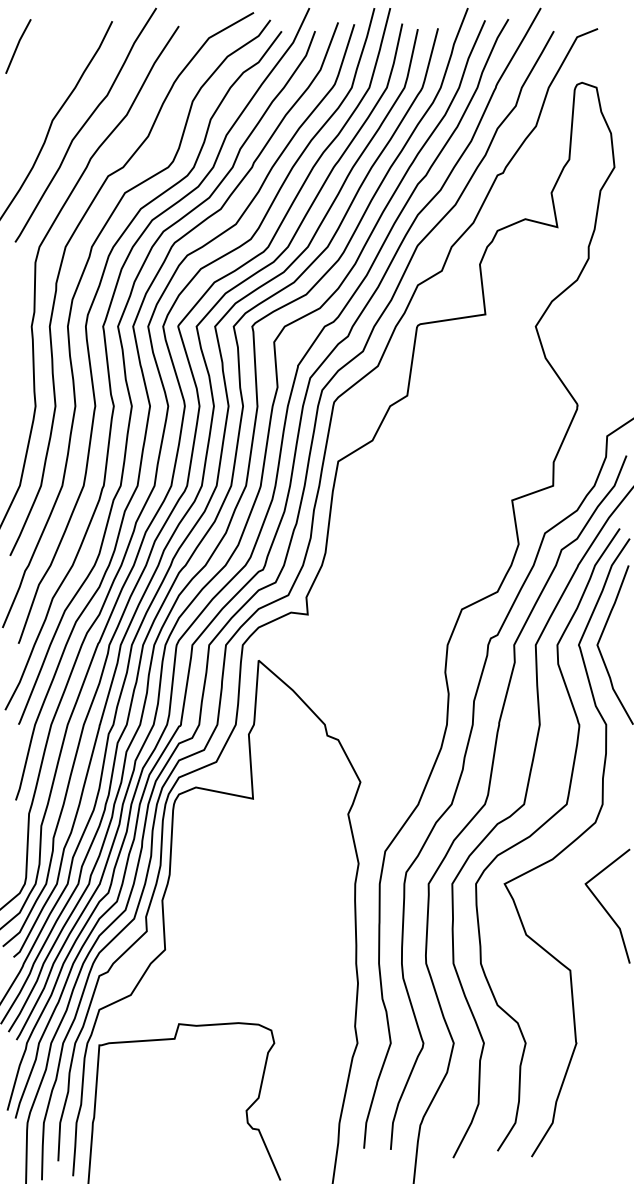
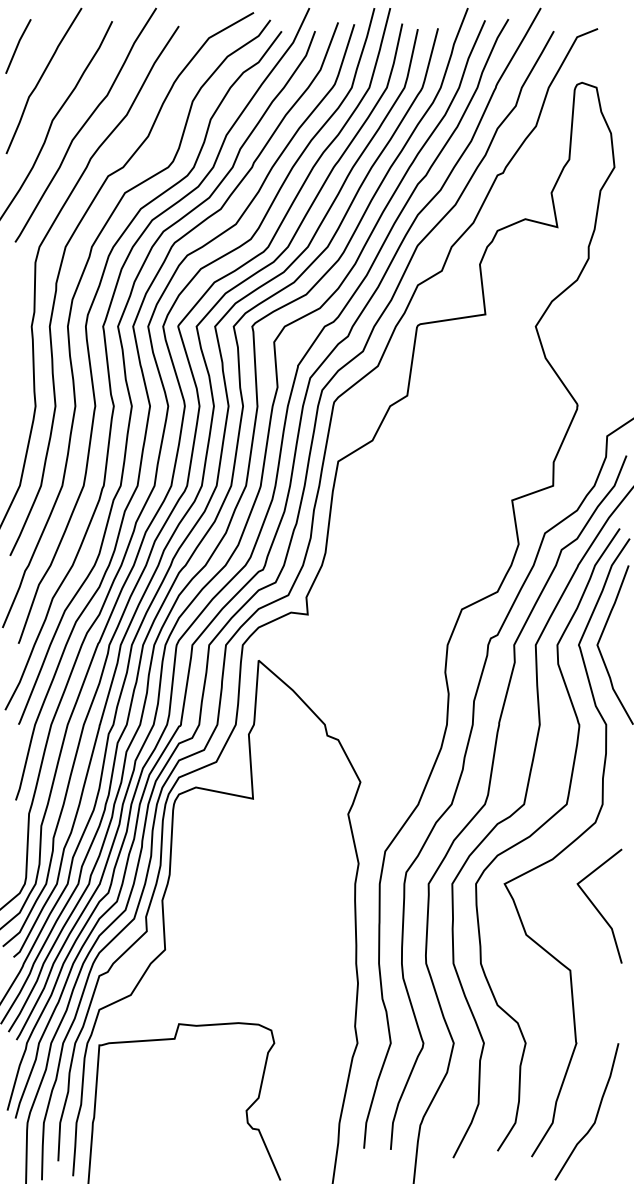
curve at (41, 79): none -> present
line at (604, 907) position: (604, 907) -> (596, 907)
curve at (596, 1113): none -> present
